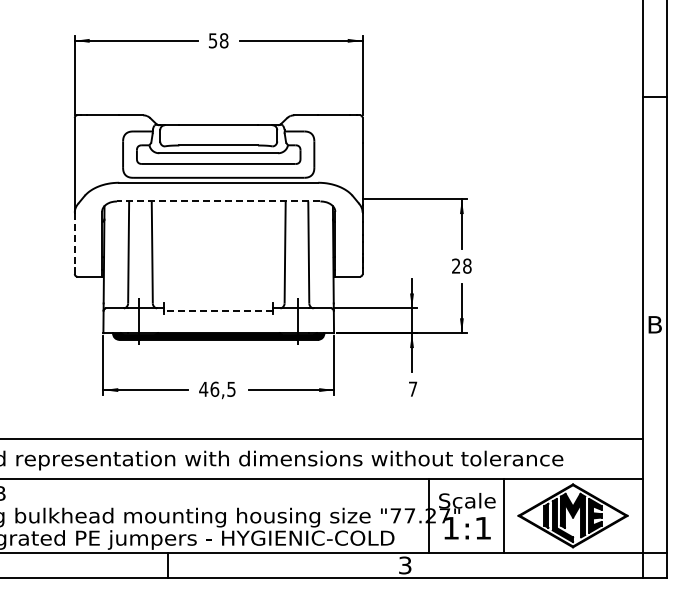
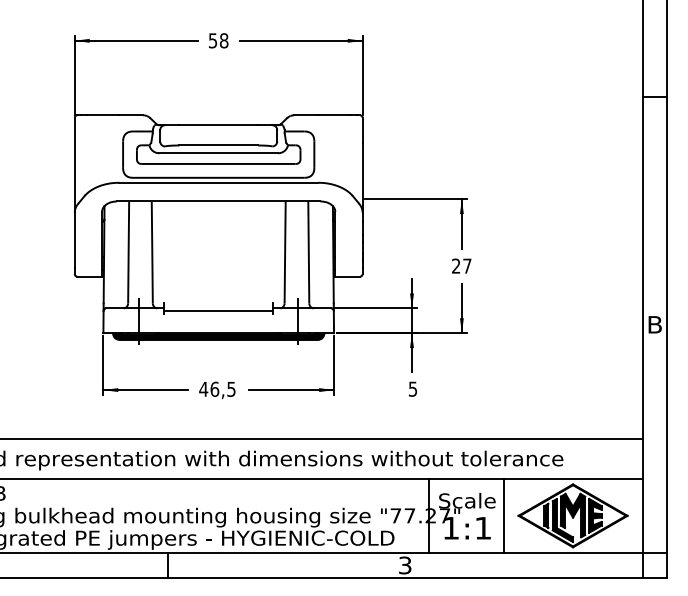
line at (218, 201): dashed -> solid
line at (74, 240): dashed -> solid
text at (467, 265): 28 -> 27
line at (218, 311): dashed -> solid
text at (413, 388): 7 -> 5
